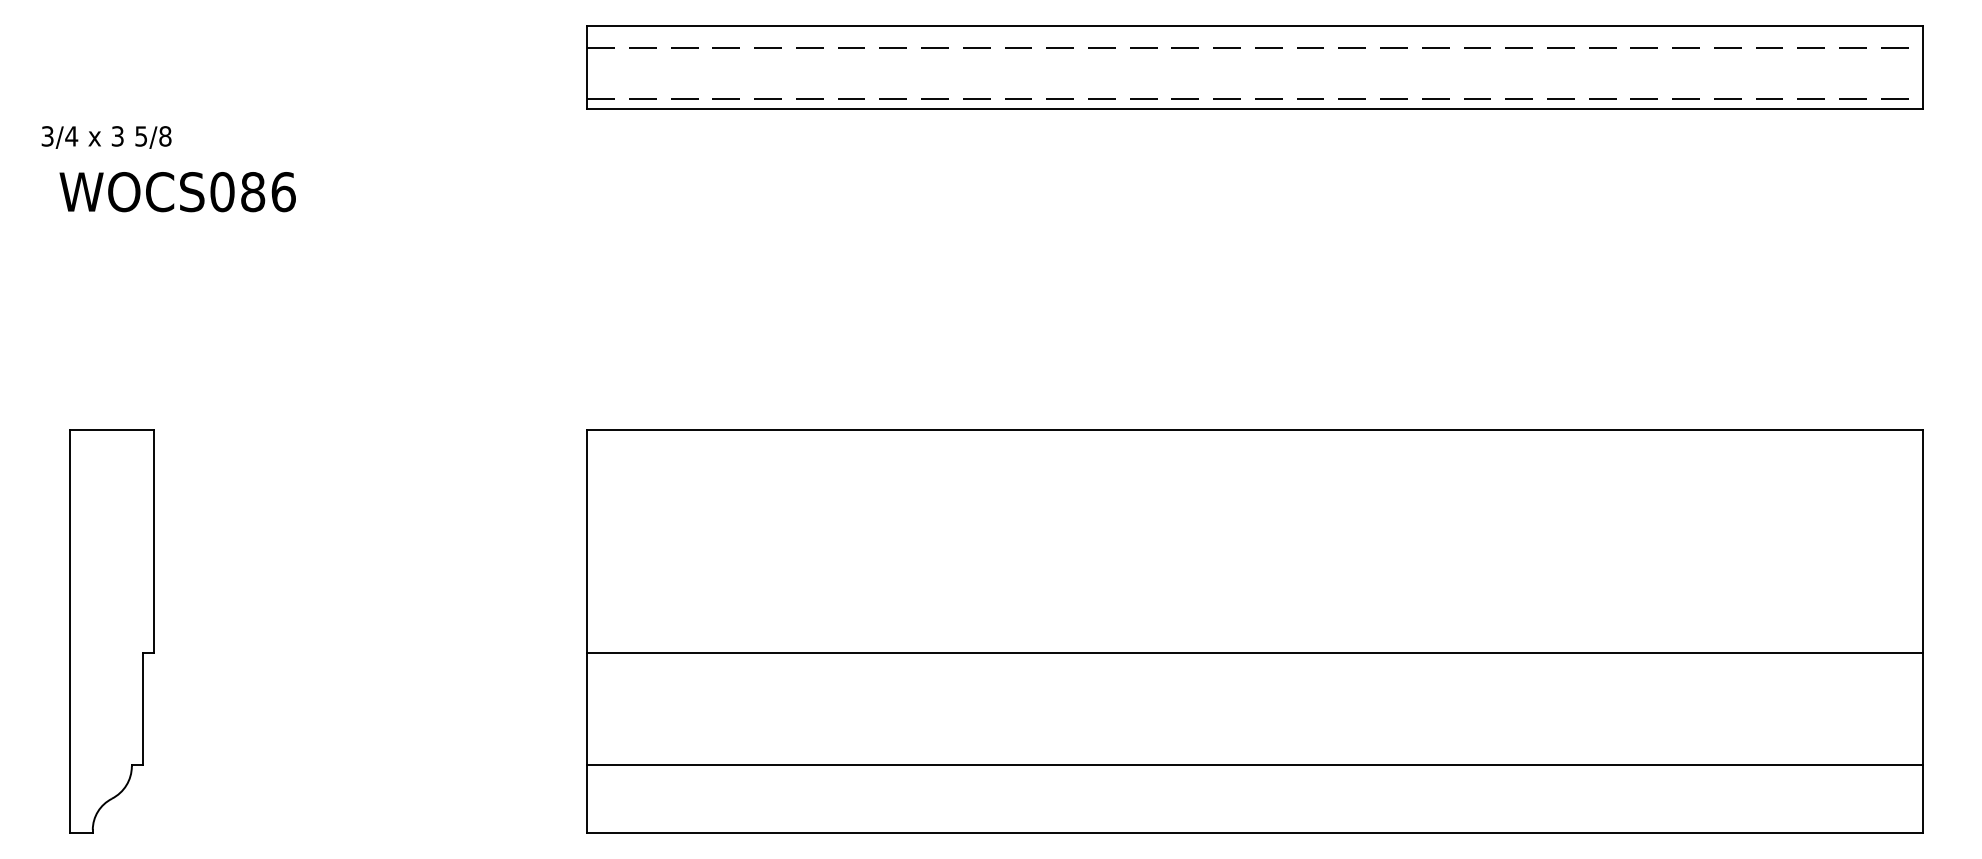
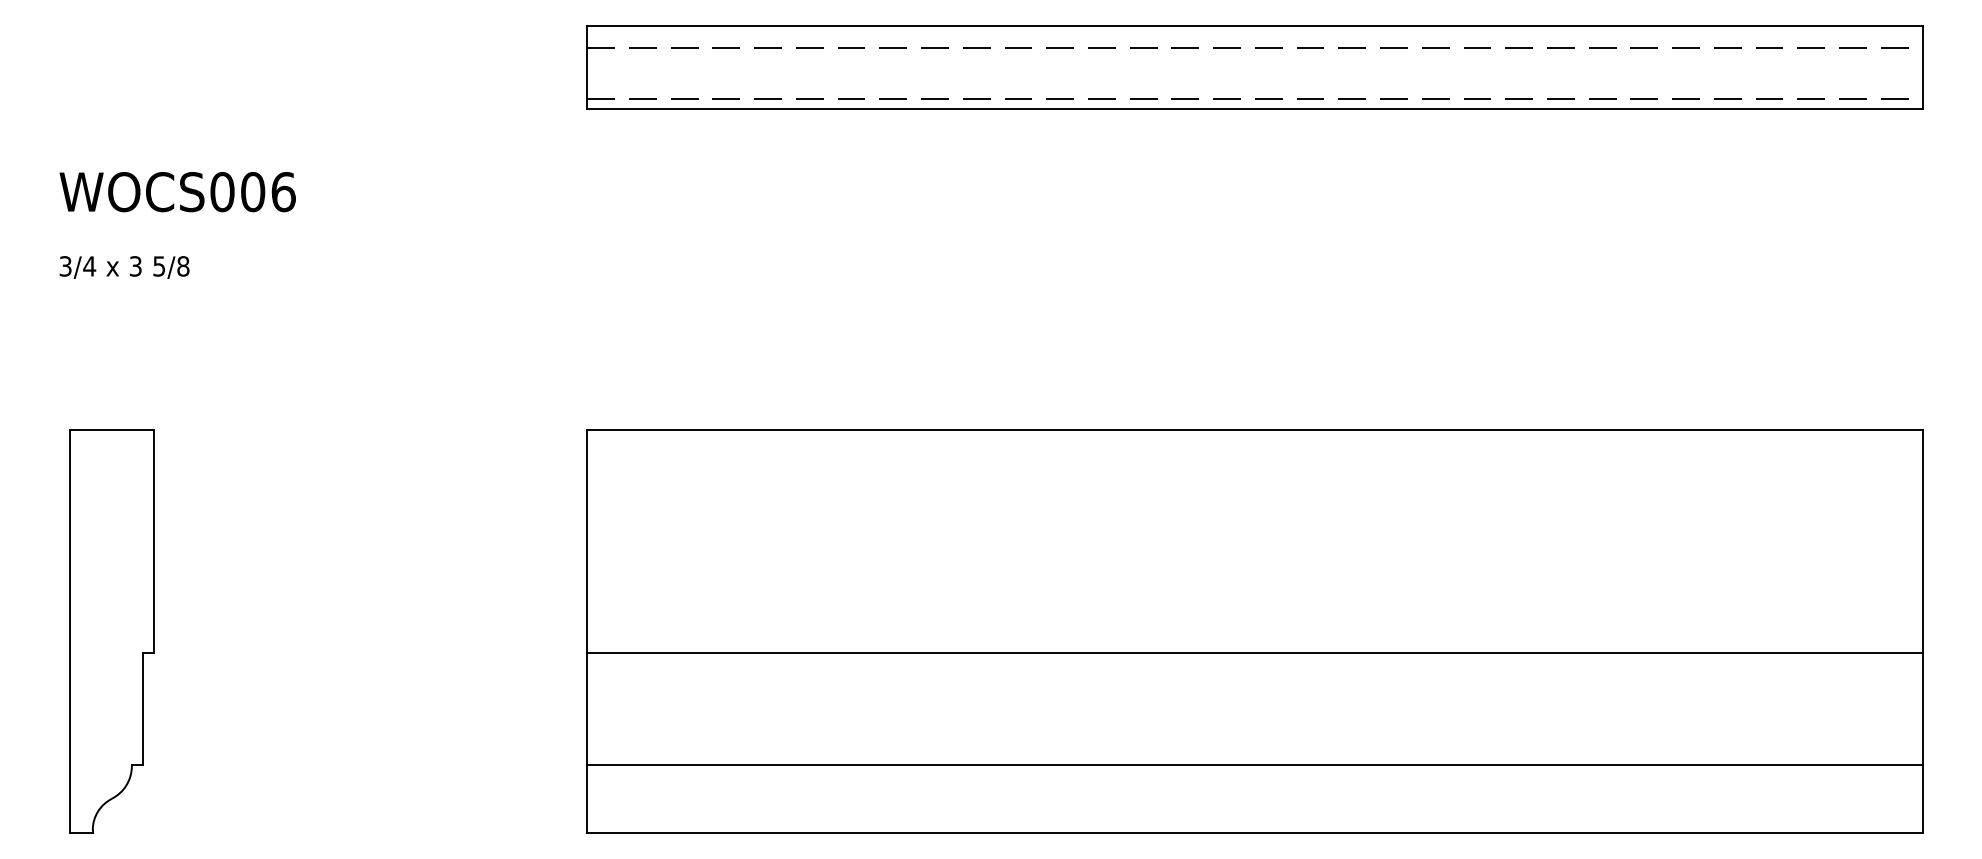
text at (106, 137) position: (106, 137) -> (124, 267)
text at (253, 192): WOCS086 -> WOCS006
